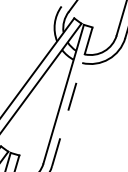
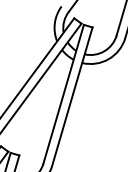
line at (72, 97): dashed -> solid
